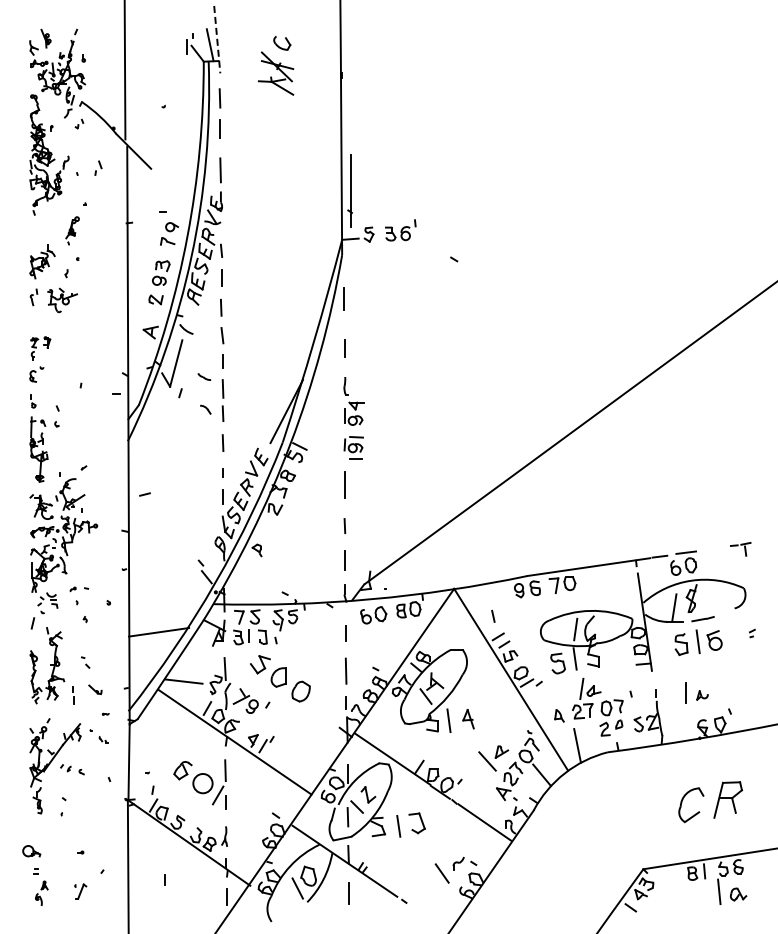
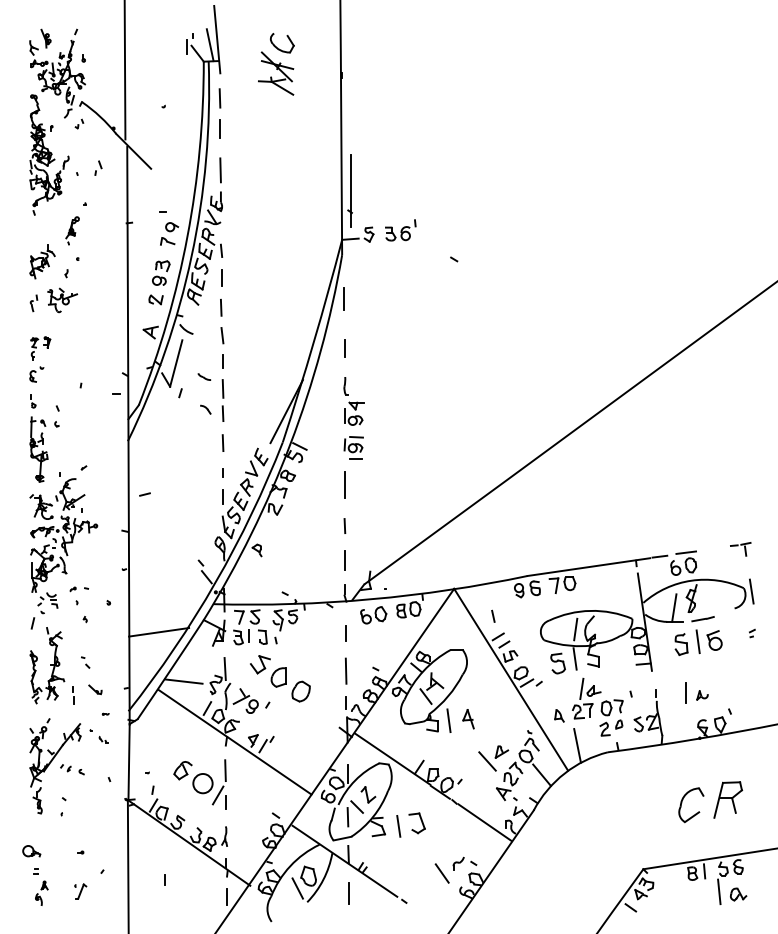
line at (217, 39): dashed -> solid
part at (282, 43) size: 19x15 px -> 26x21 px
part at (33, 297) position: (33, 297) -> (33, 303)
line at (751, 591): none -> present
